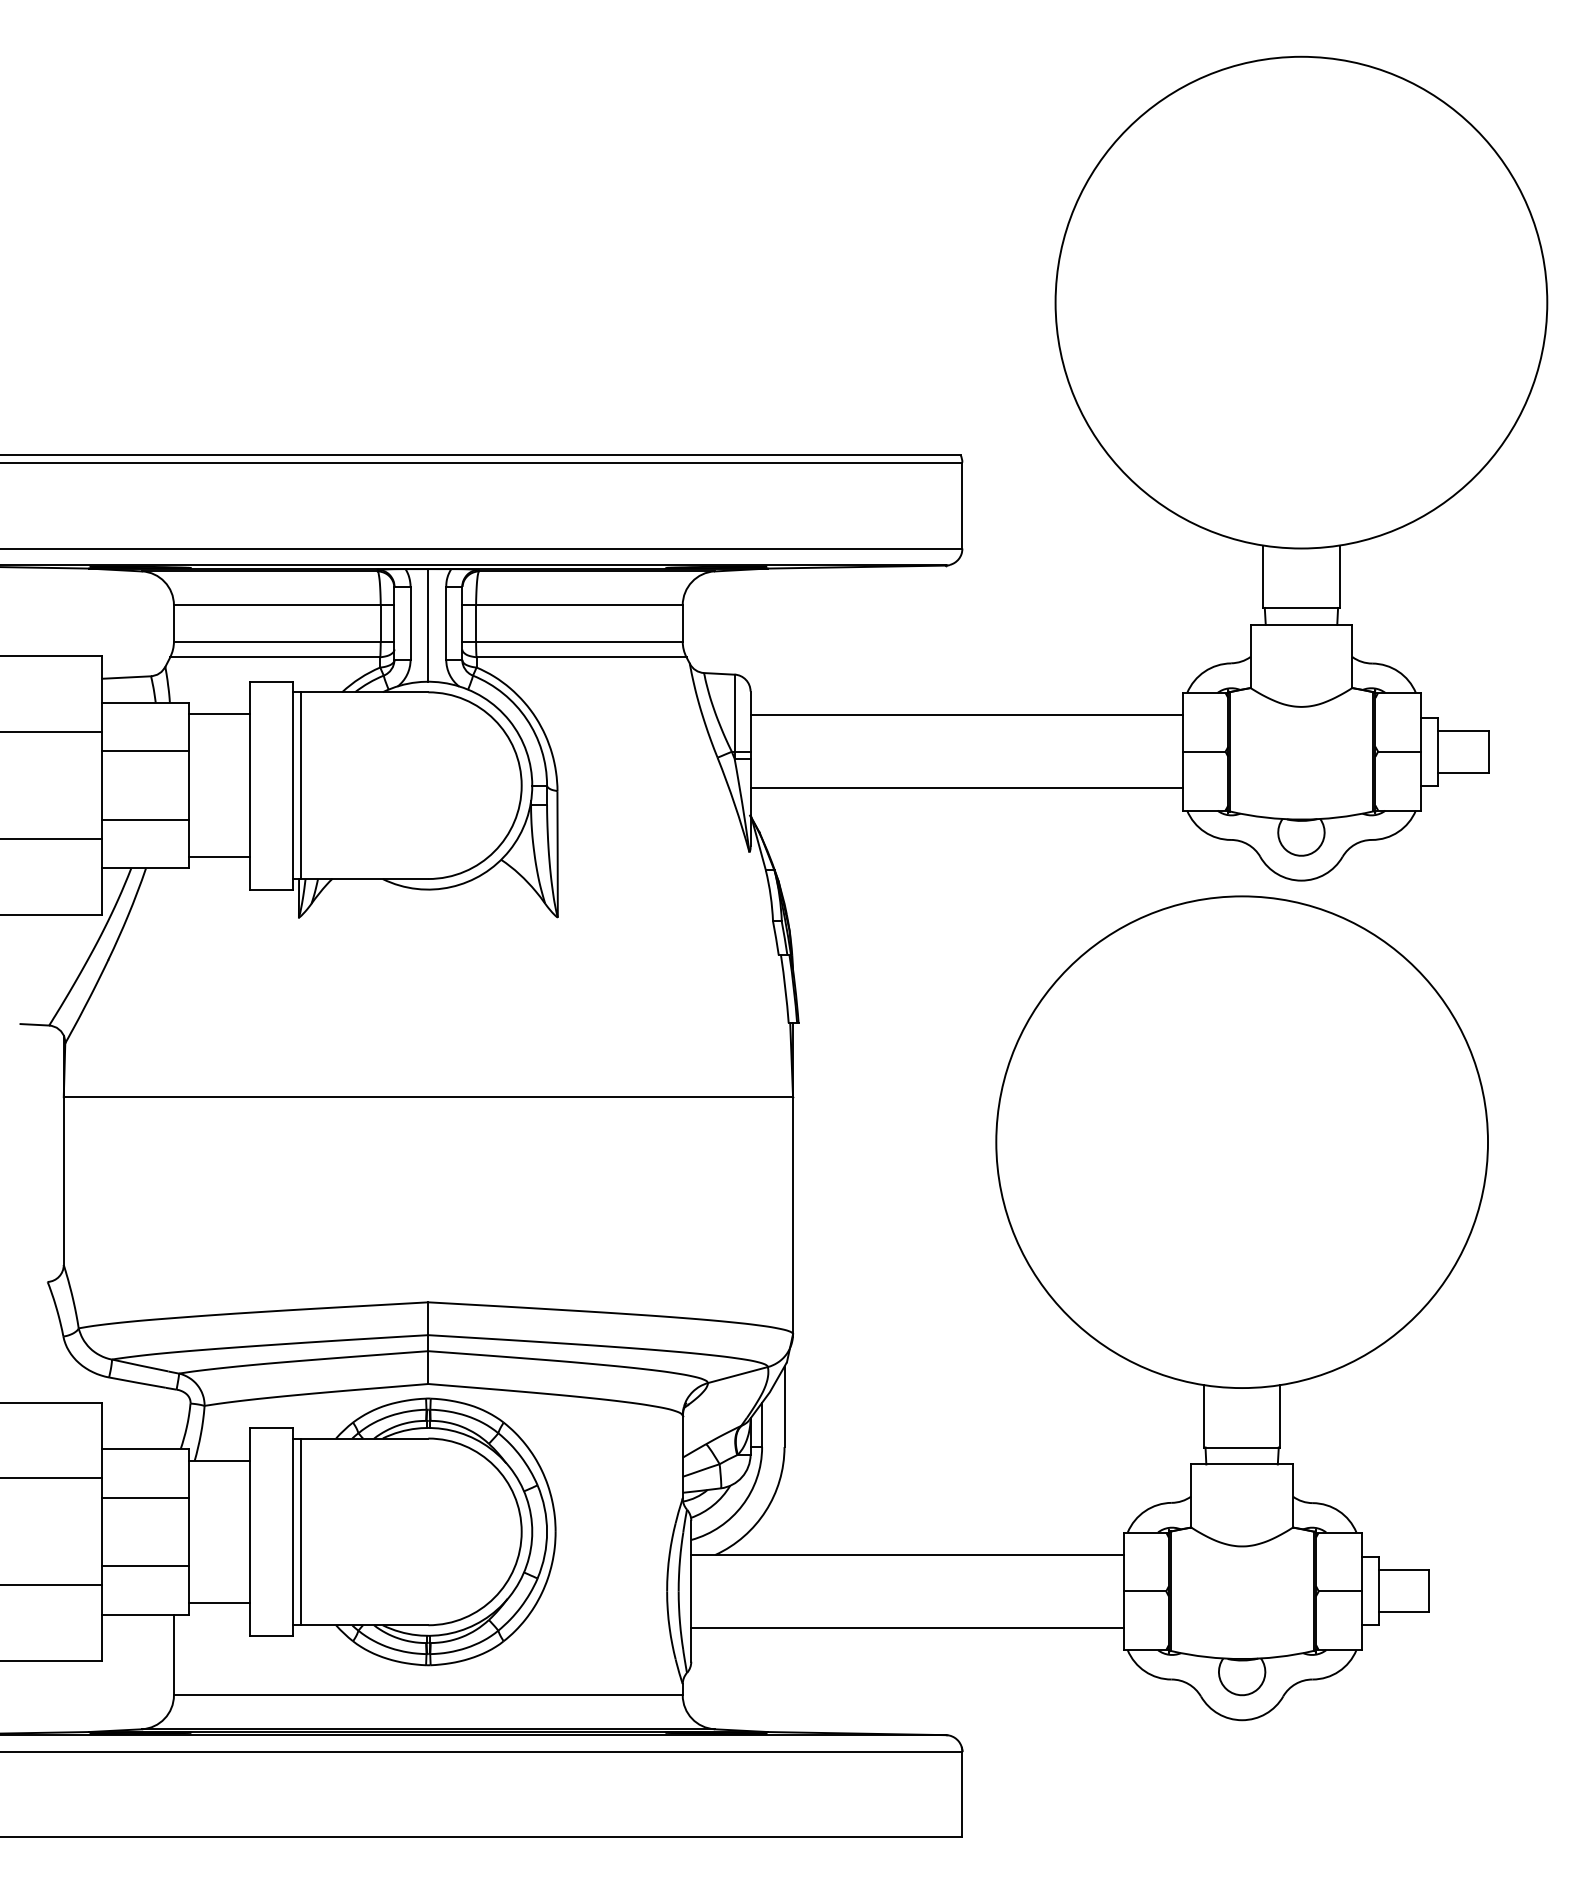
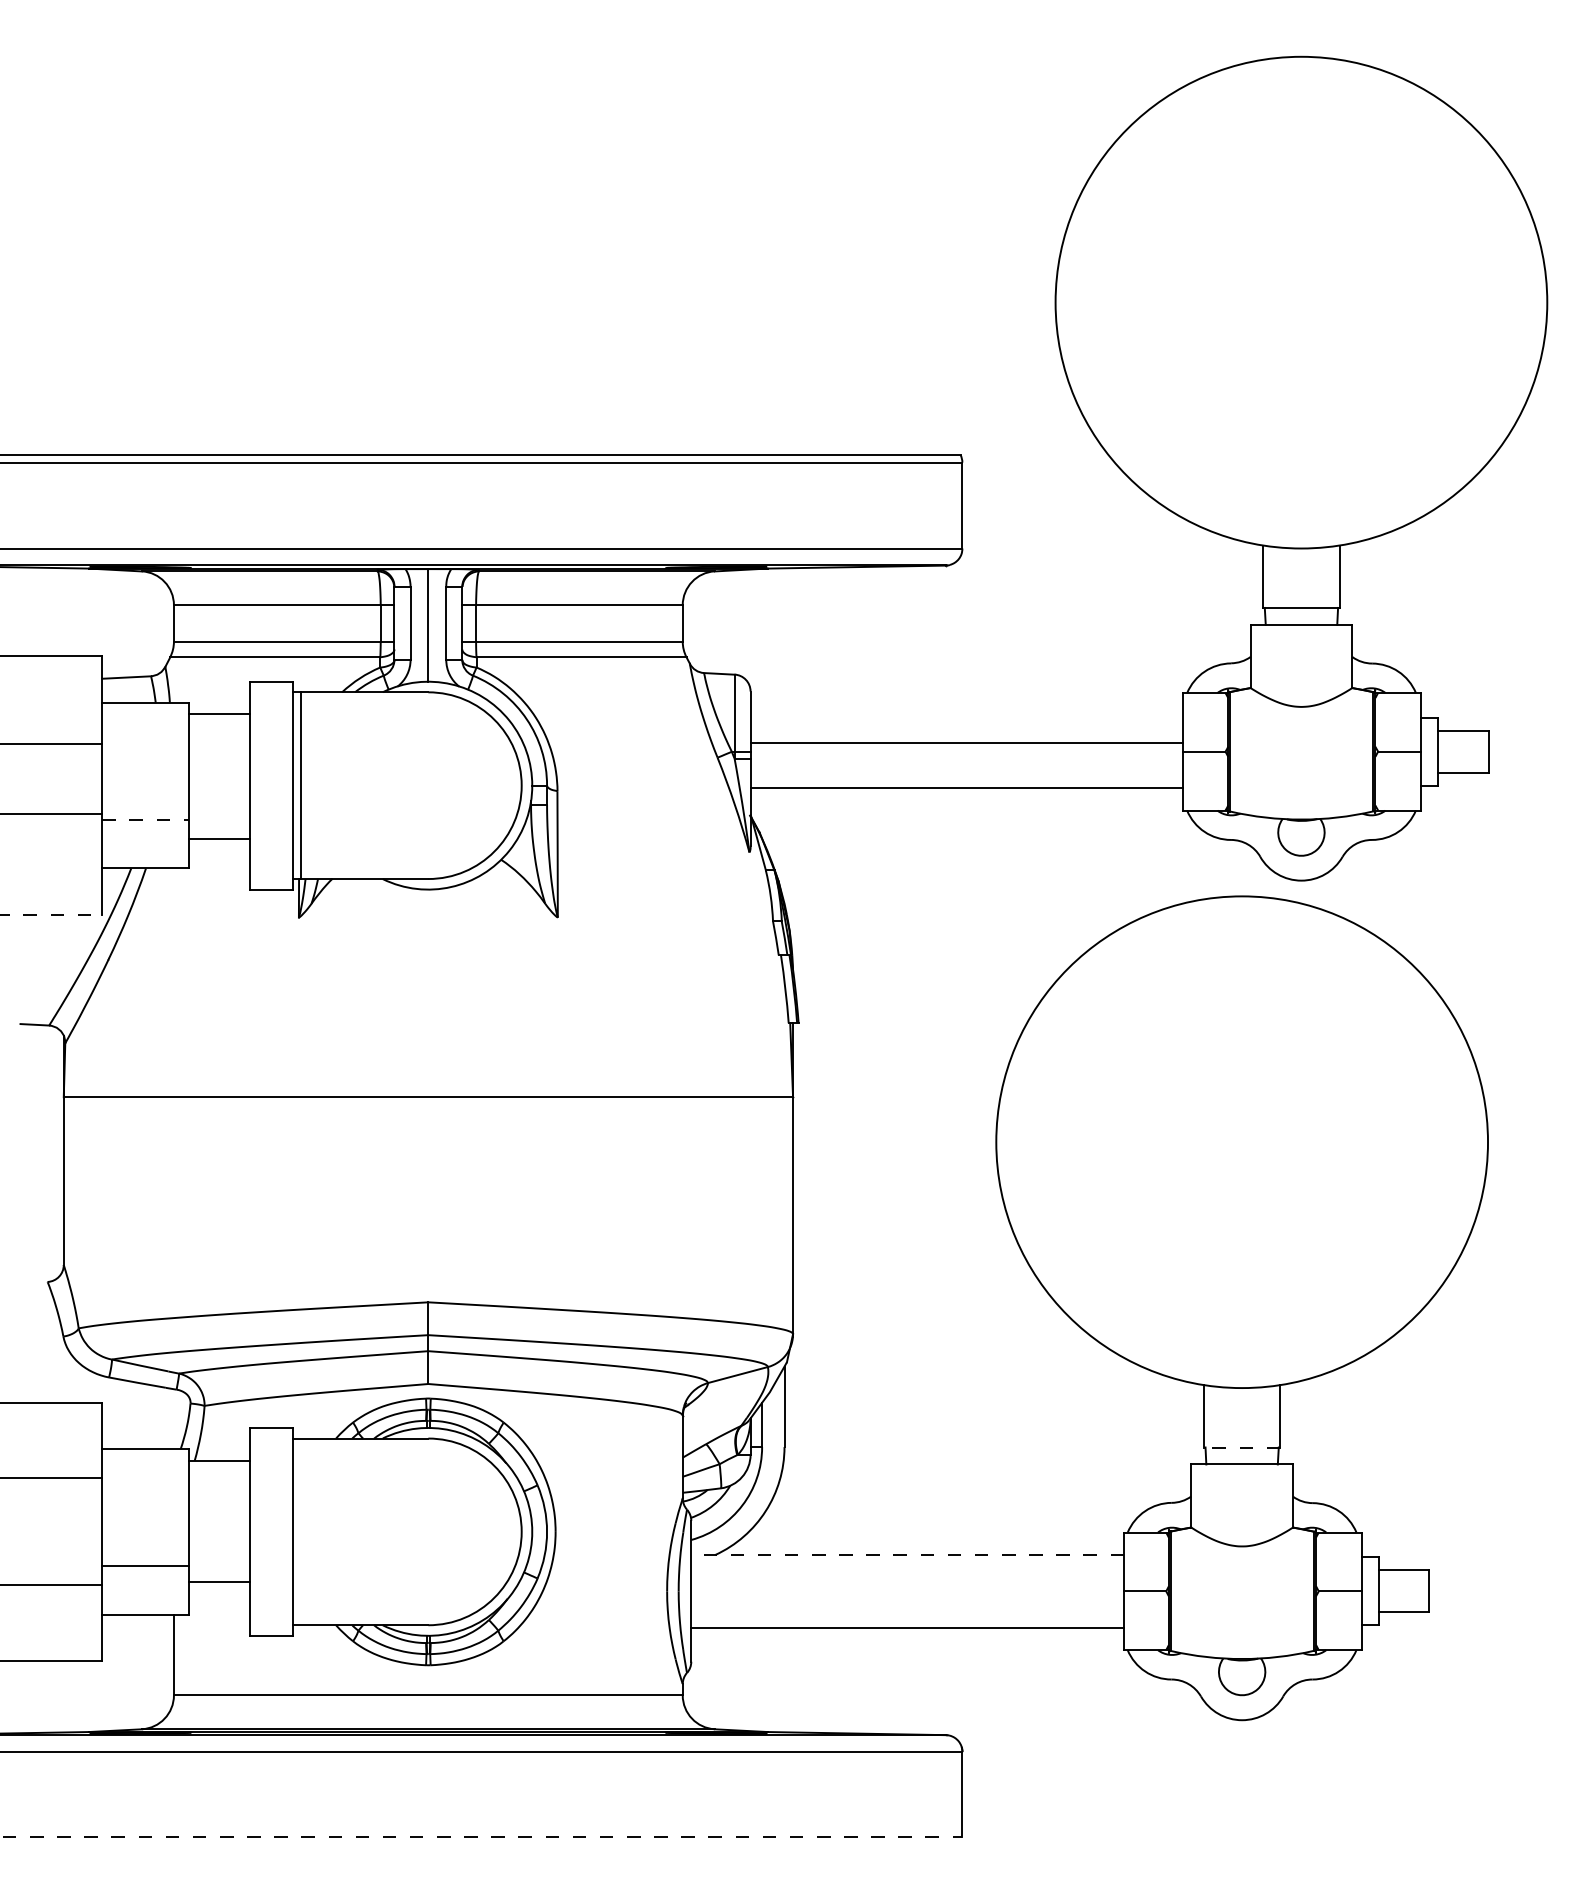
line at (966, 715) position: (966, 715) -> (966, 743)
line at (52, 732) position: (52, 732) -> (52, 744)
line at (145, 751): present -> none
line at (146, 820): solid -> dashed
line at (52, 839) position: (52, 839) -> (52, 814)
line at (219, 856) position: (219, 856) -> (219, 838)
line at (51, 914): solid -> dashed
line at (1241, 1447): solid -> dashed
line at (145, 1497): present -> none
line at (301, 1531): present -> none
line at (907, 1554): solid -> dashed
line at (219, 1603) position: (219, 1603) -> (219, 1582)
line at (481, 1837): solid -> dashed
